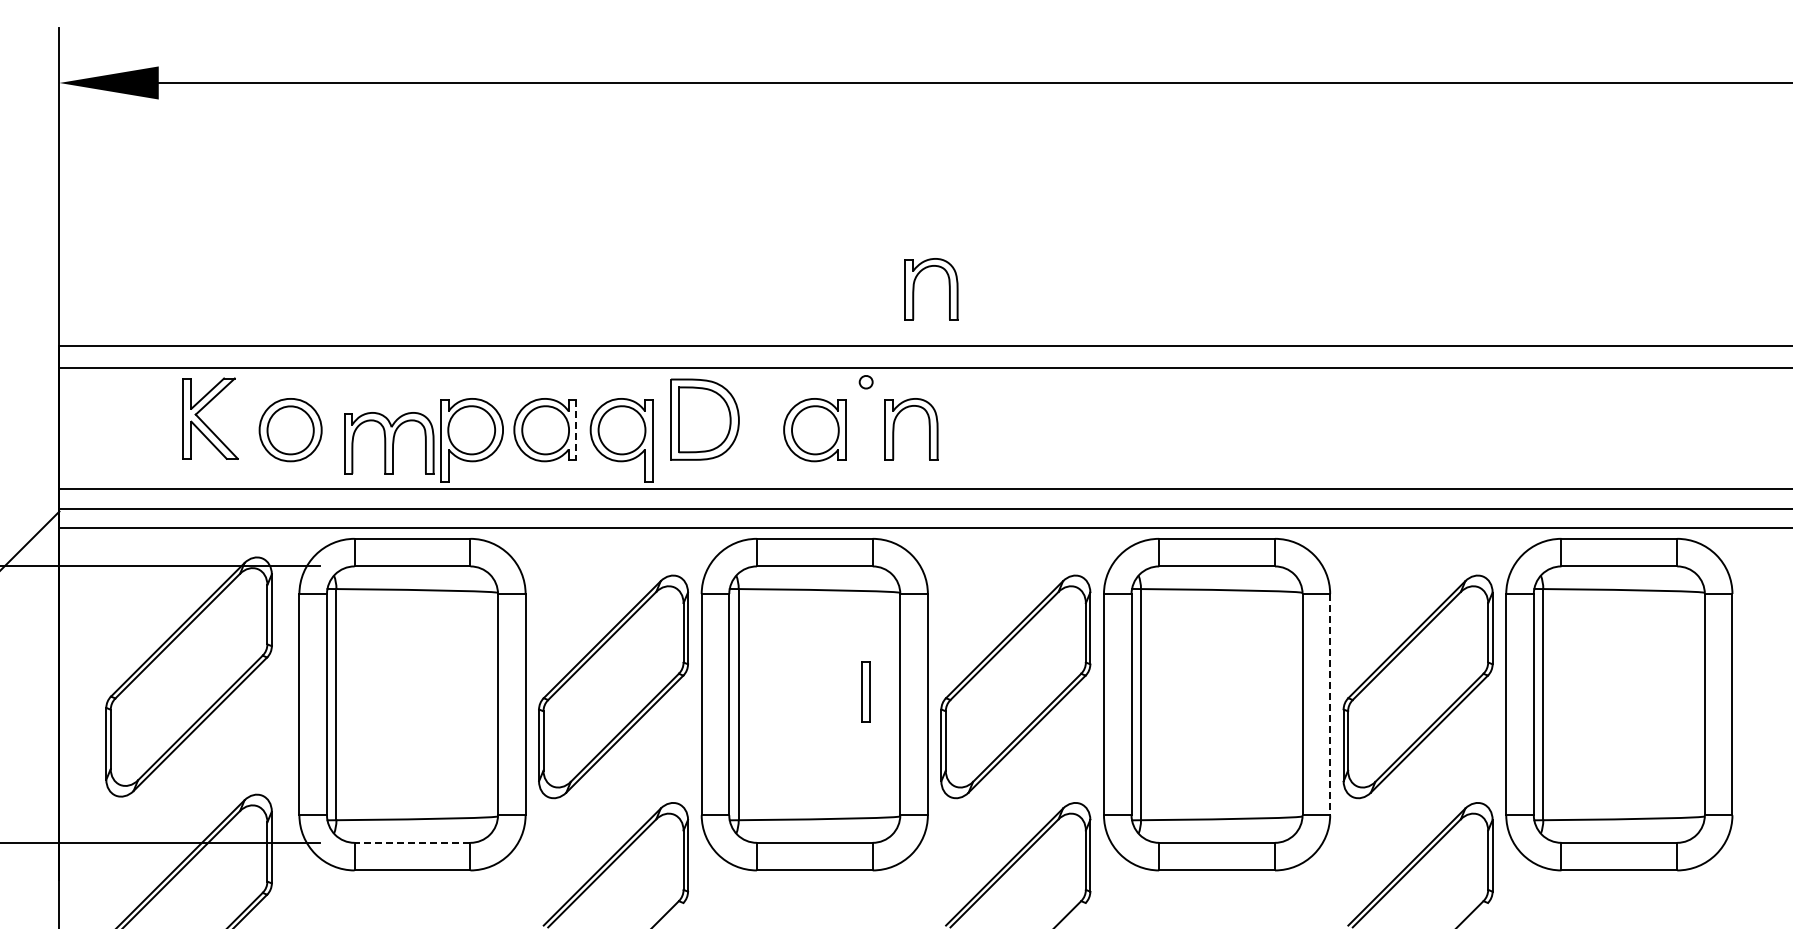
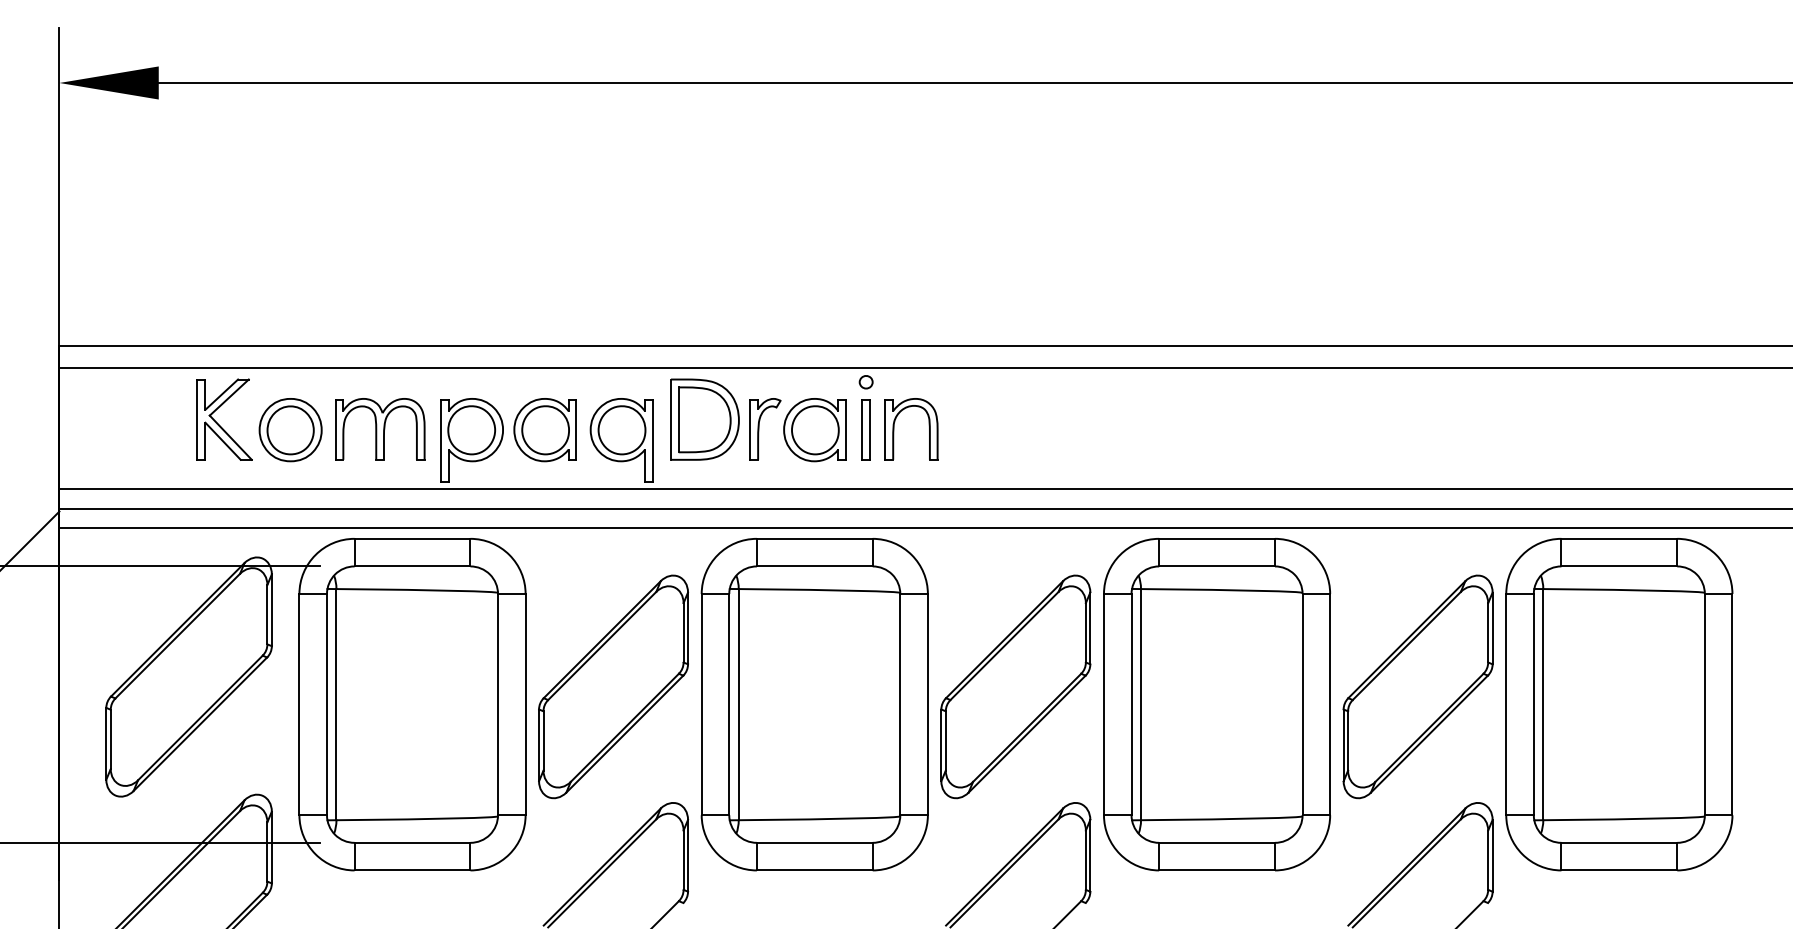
part at (914, 289): present -> none
part at (205, 423) position: (205, 423) -> (219, 424)
part at (765, 429): none -> present
line at (576, 430): dashed -> solid
part at (389, 443) position: (389, 443) -> (380, 429)
part at (865, 691) position: (865, 691) -> (865, 429)
line at (1330, 704): dashed -> solid
line at (412, 842): dashed -> solid
